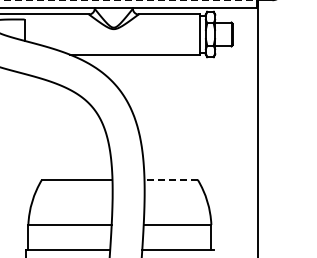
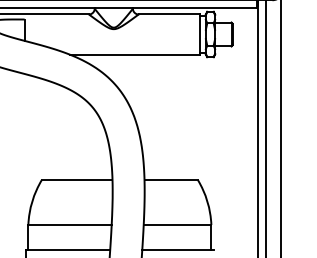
line at (129, 0): dashed -> solid
line at (266, 128): none -> present
line at (281, 128): none -> present
line at (171, 179): dashed -> solid
